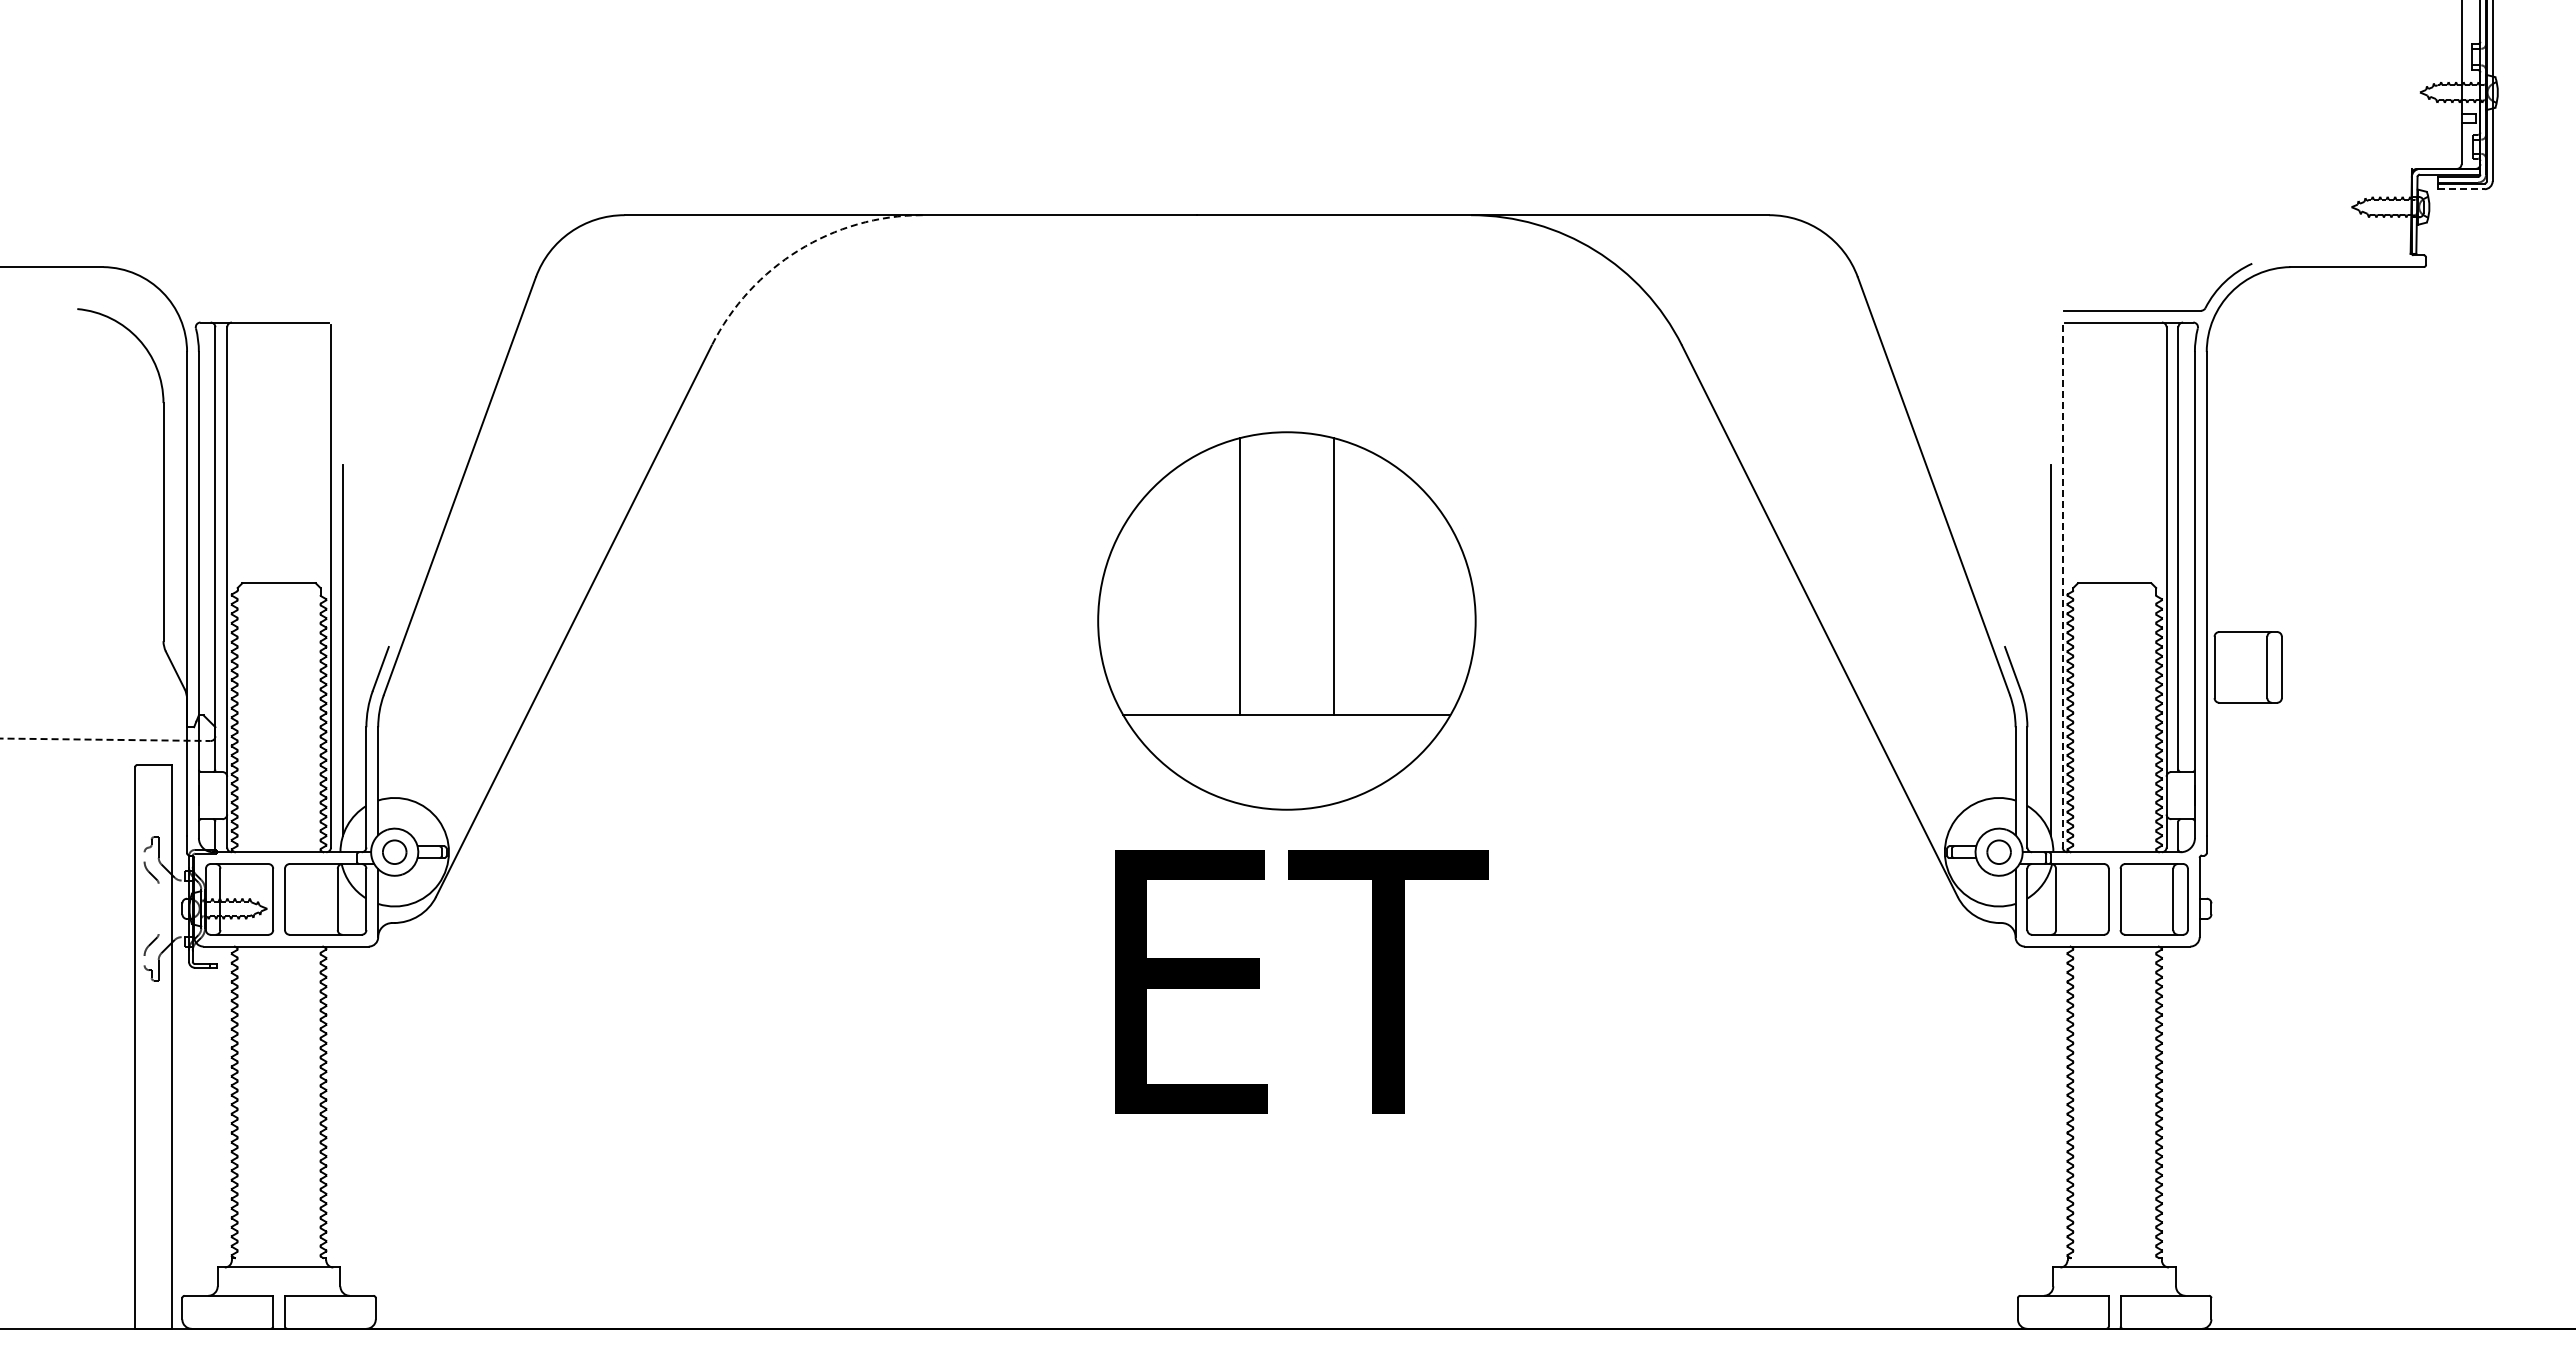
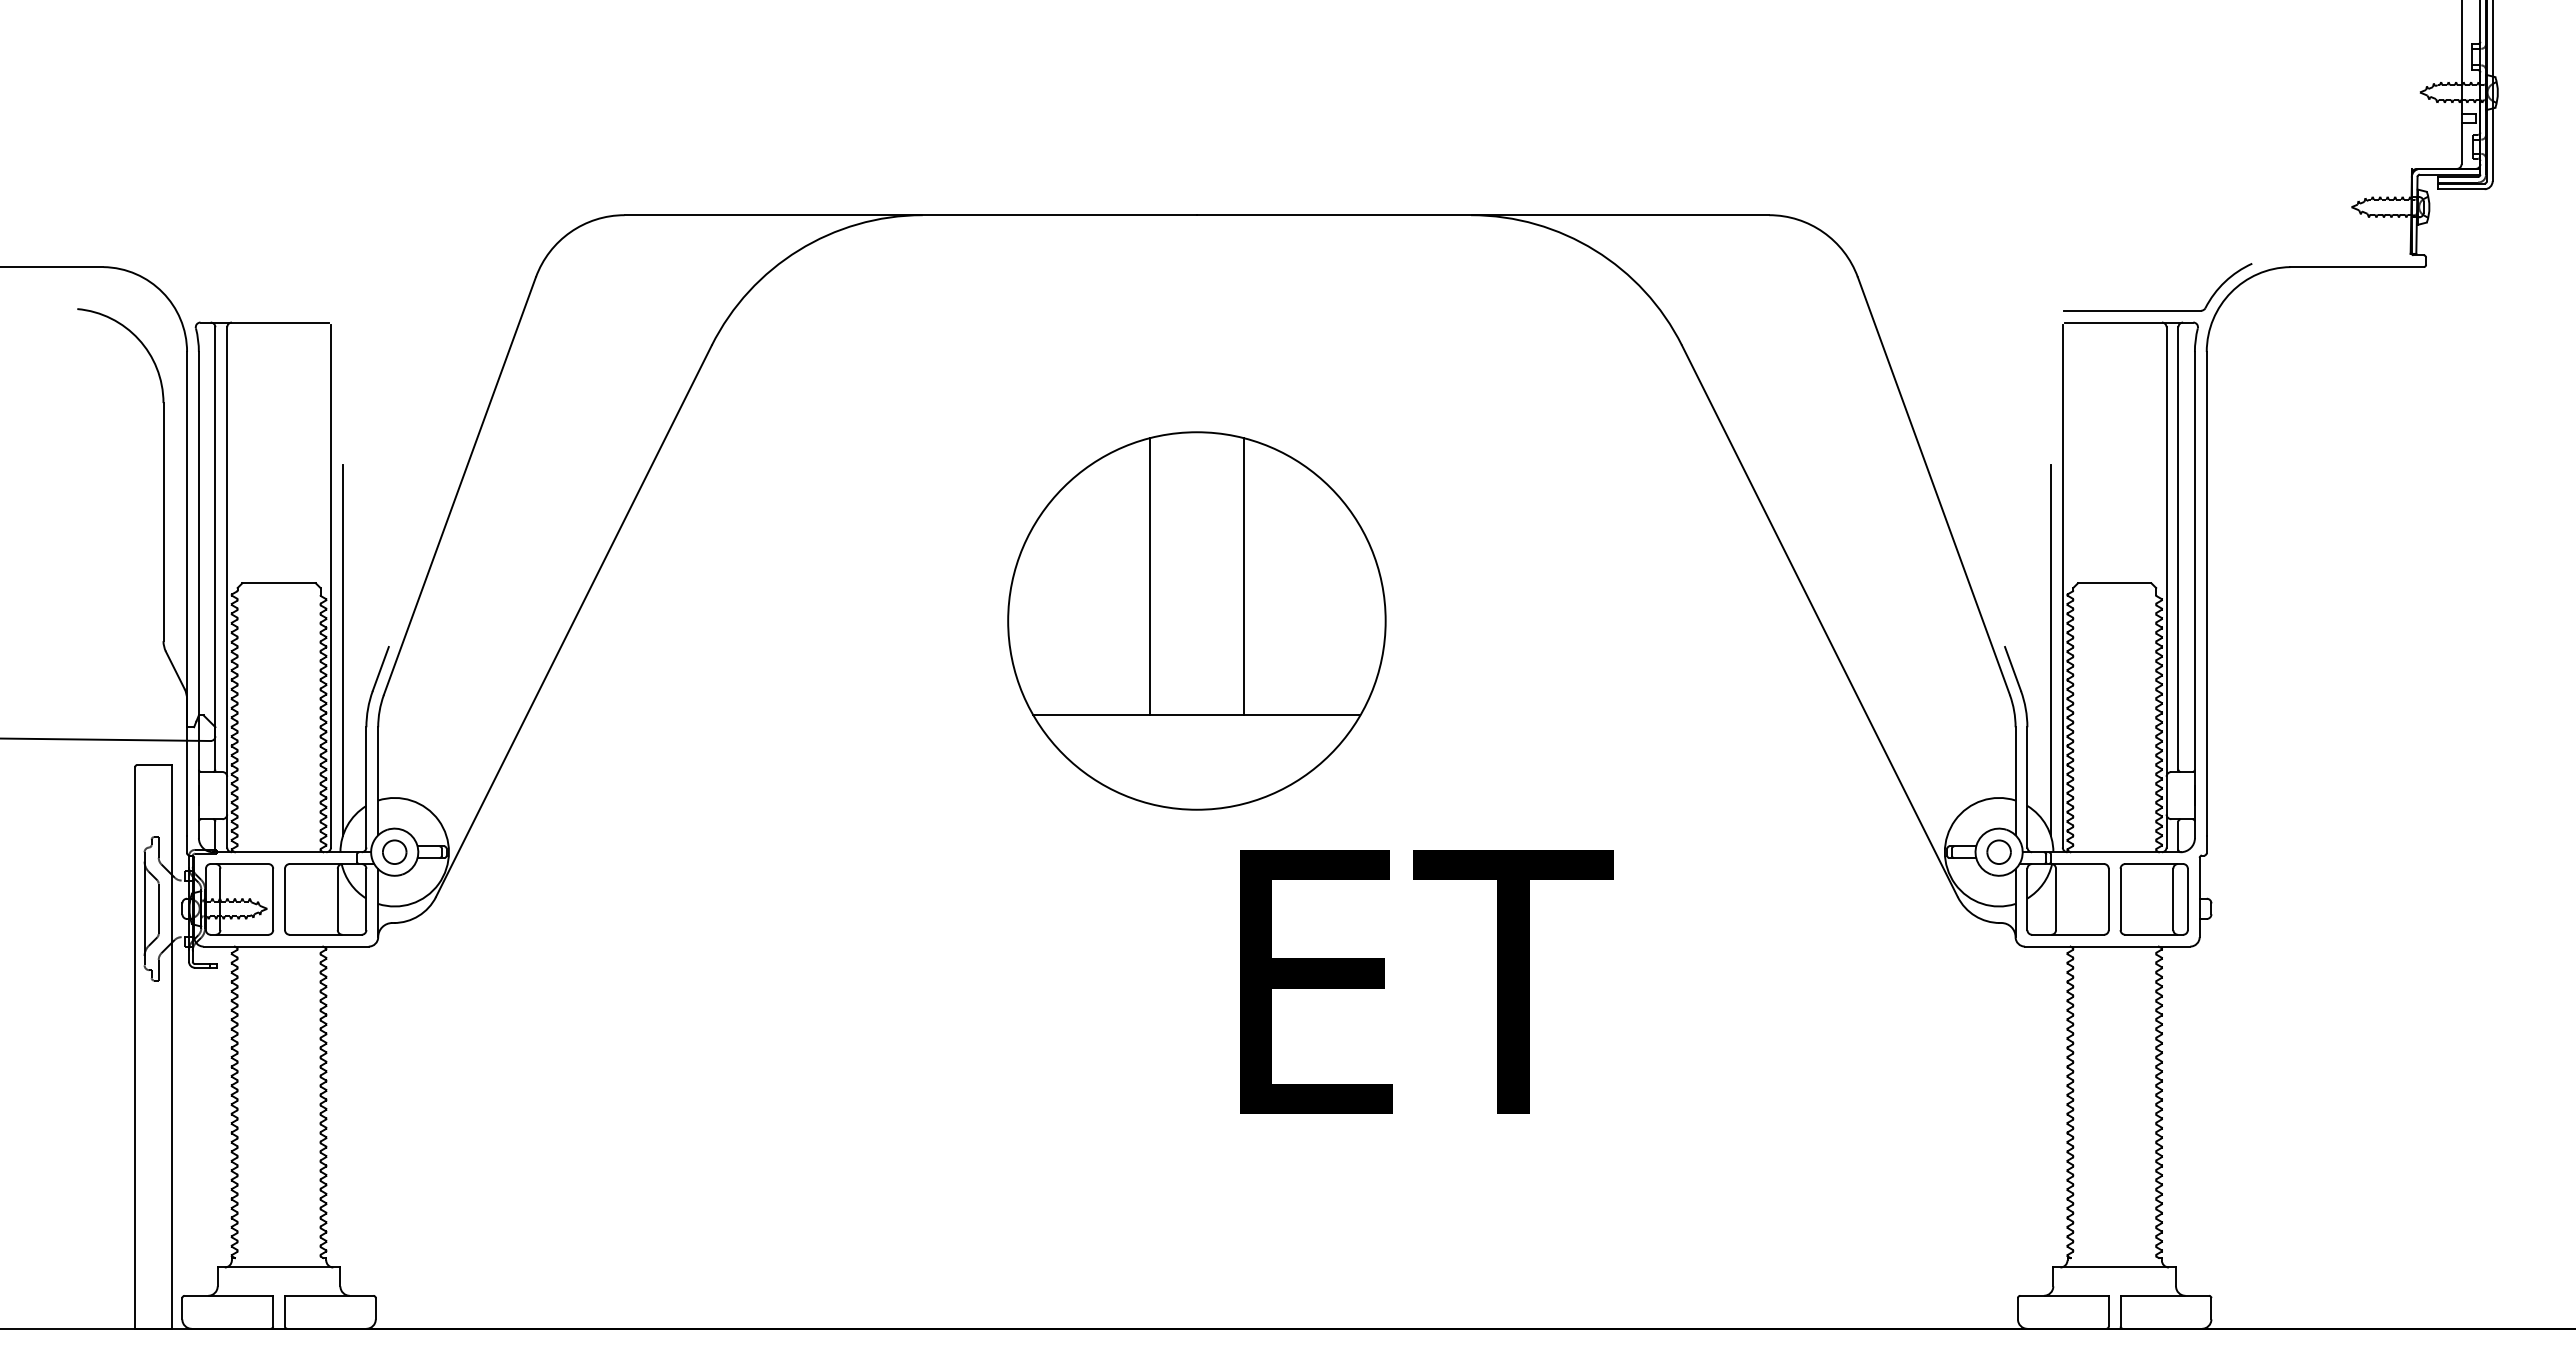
line at (2462, 189): dashed -> solid
arc at (798, 250): dashed -> solid
line at (2062, 586): dashed -> solid
part at (1286, 620) position: (1286, 620) -> (1196, 620)
part at (2247, 667): present -> none
line at (105, 739): dashed -> solid
line at (144, 908): none -> present
line at (158, 908): none -> present
text at (1301, 981) position: (1301, 981) -> (1426, 981)
